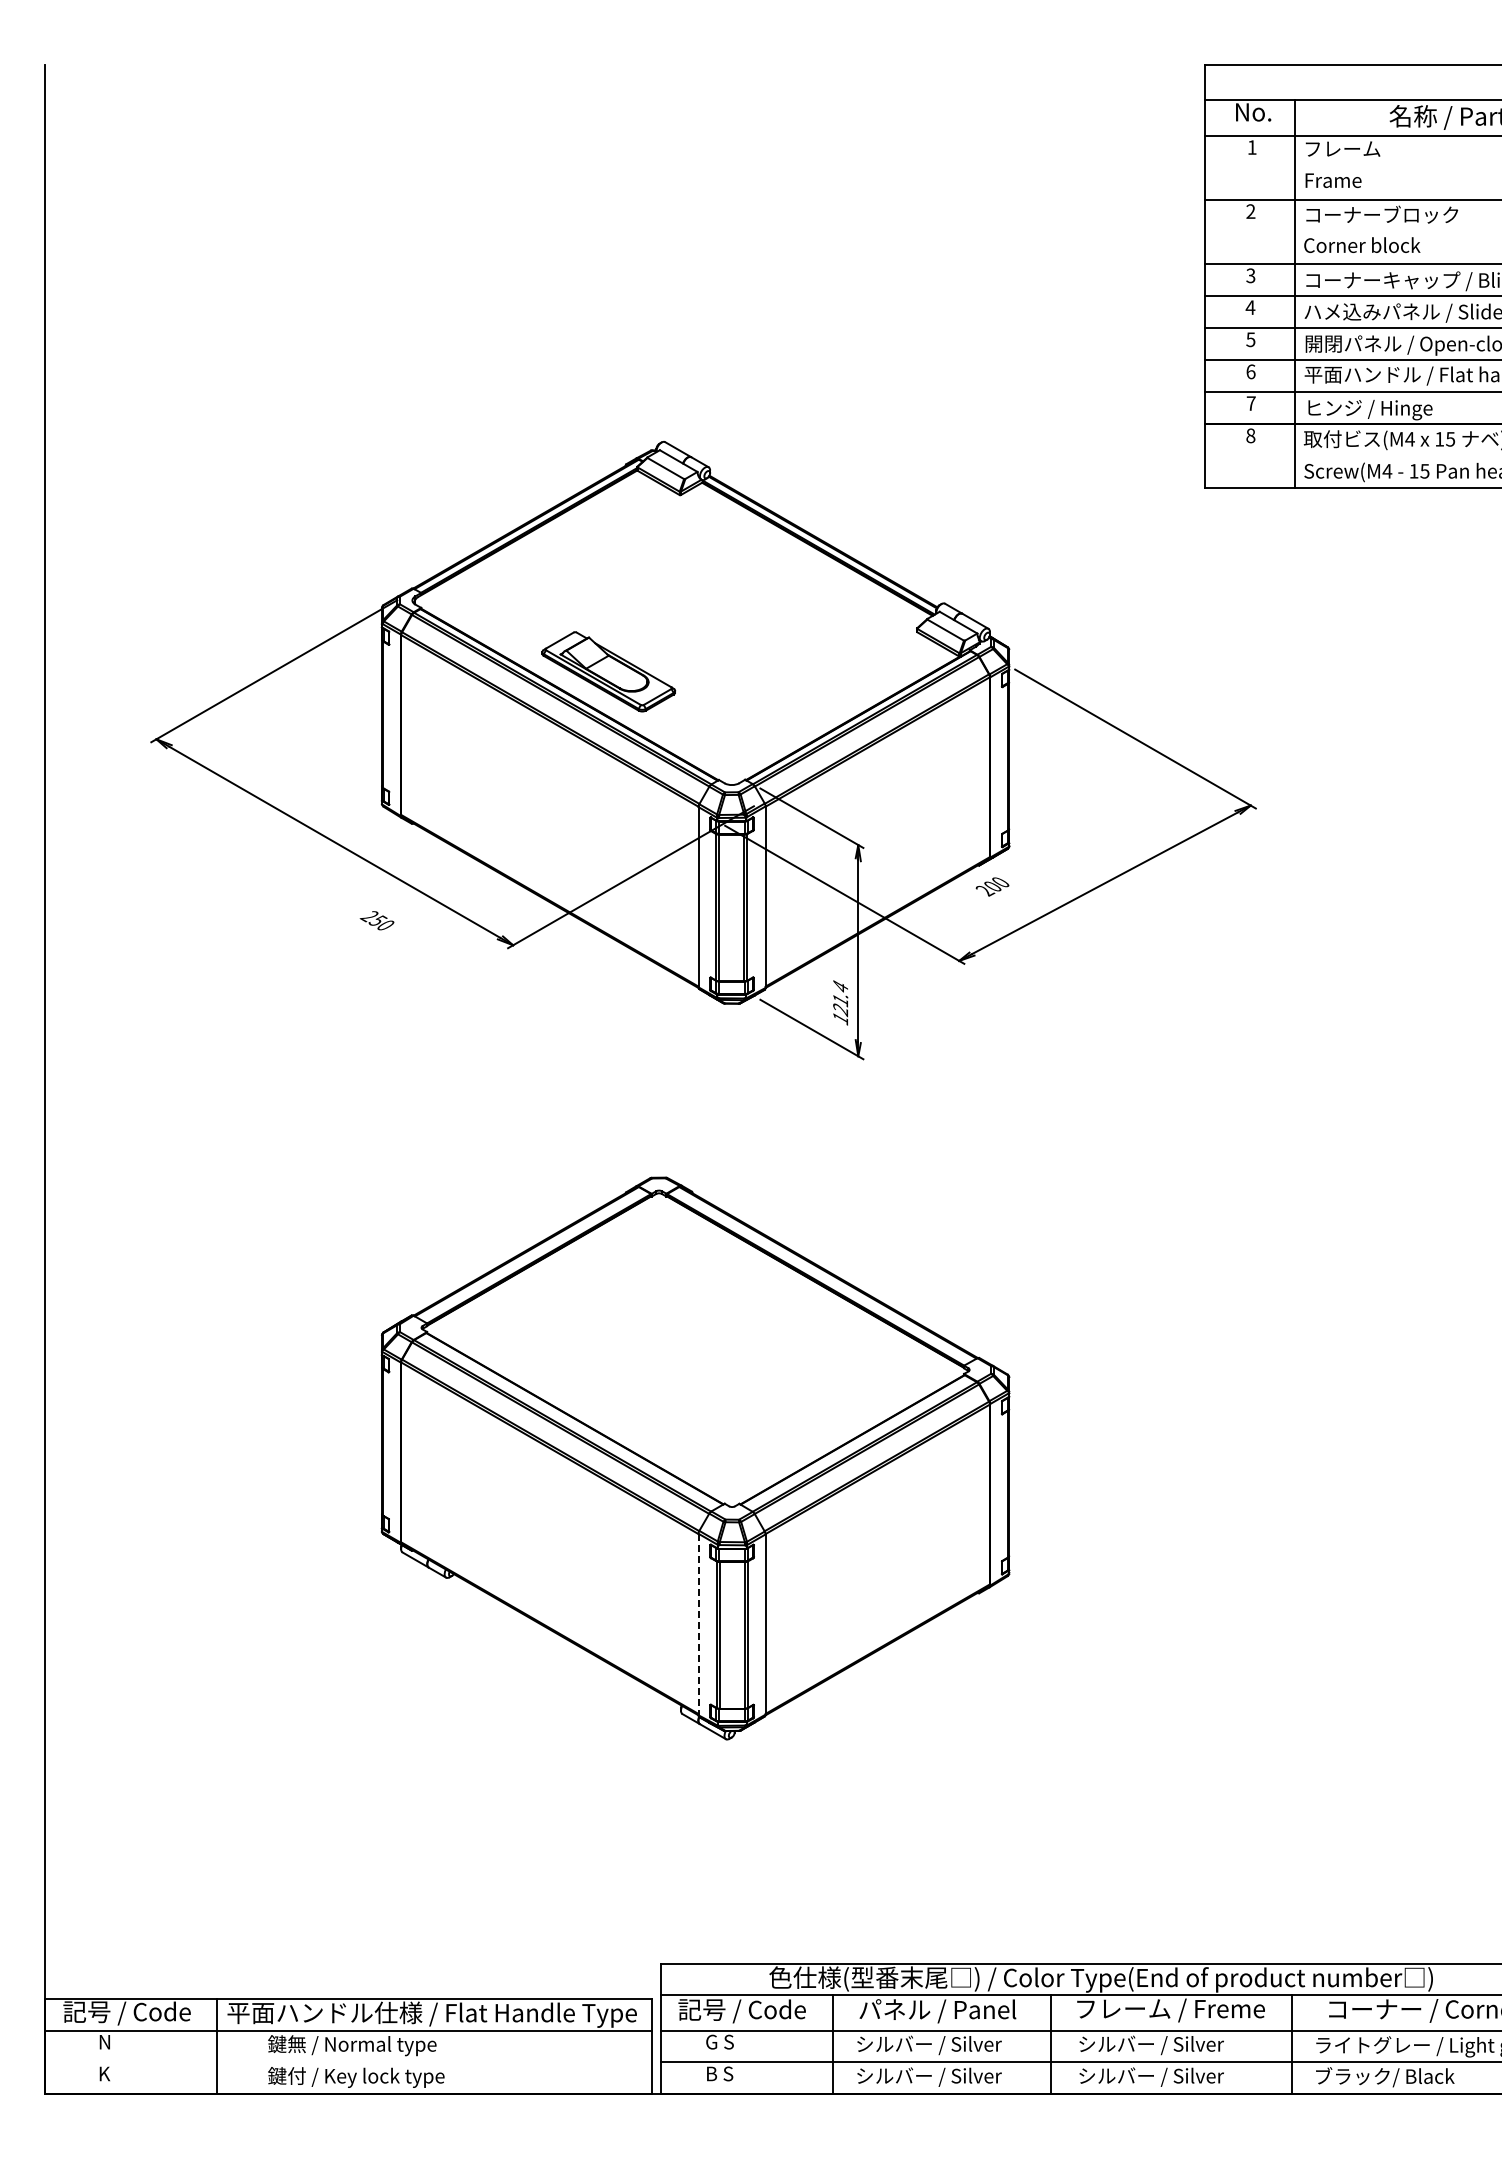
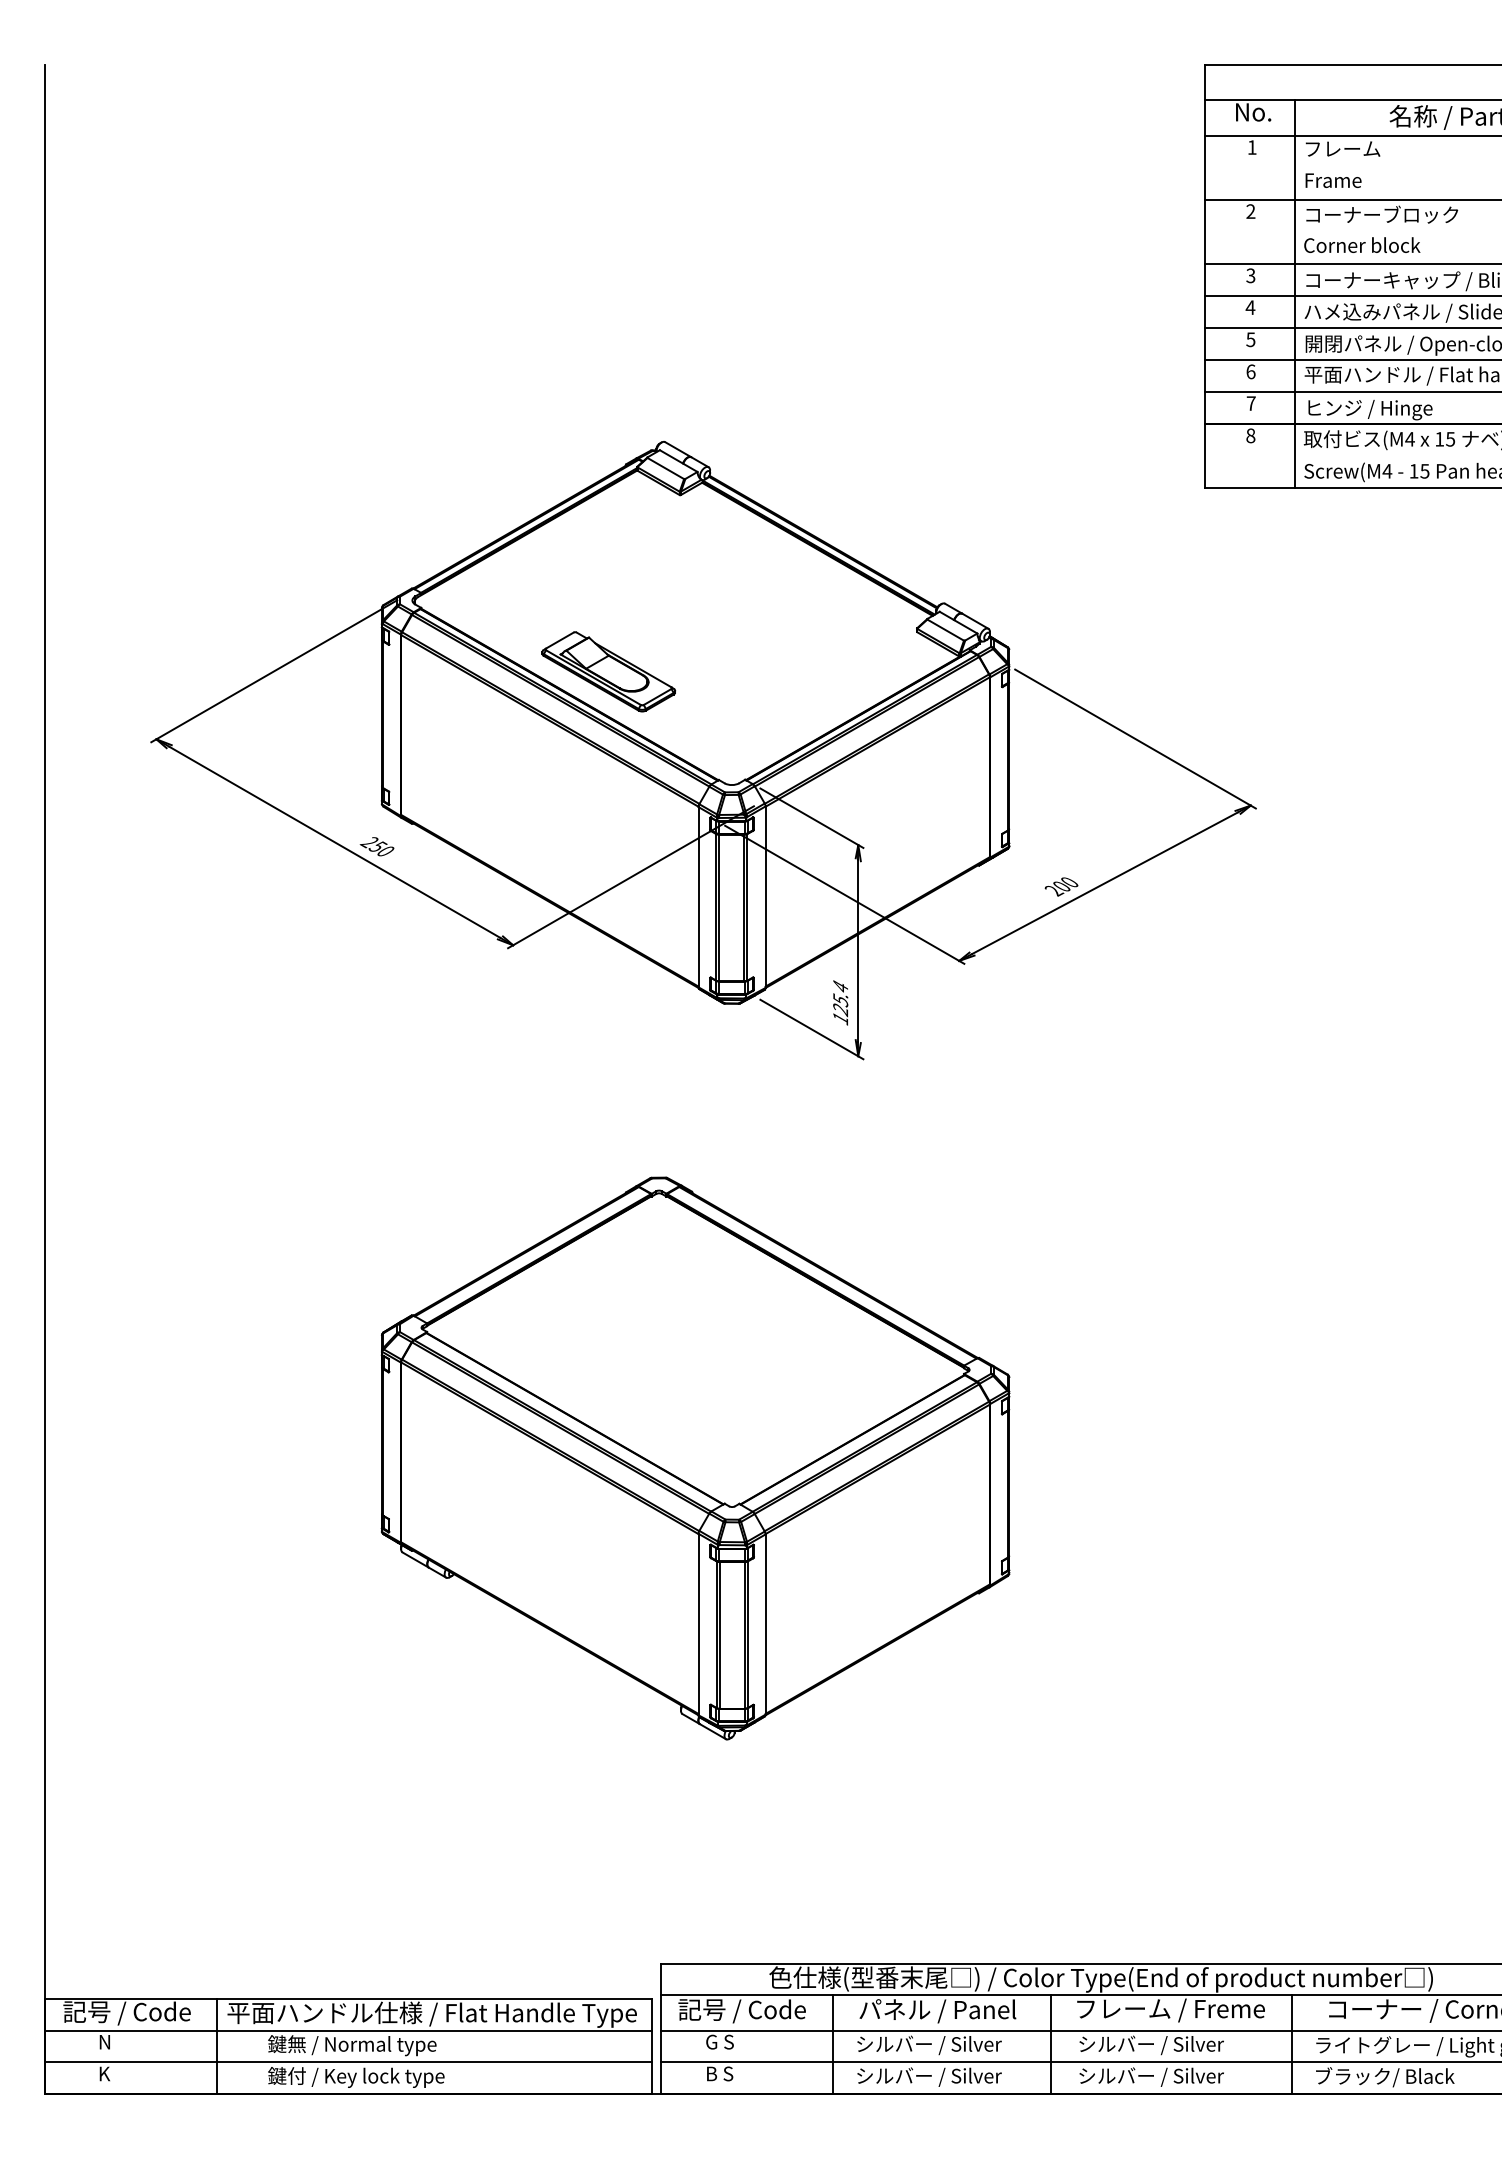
text at (992, 886) position: (992, 886) -> (1061, 886)
text at (376, 920) position: (376, 920) -> (376, 846)
text at (840, 1000): 121.4 -> 125.4
line at (698, 1624): dashed -> solid
line at (348, 2062): none -> present
